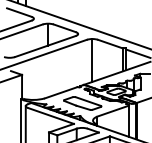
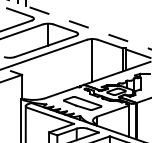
line at (79, 24): solid -> dashed
